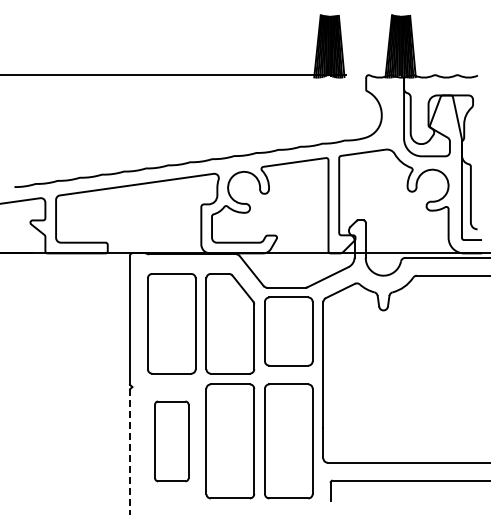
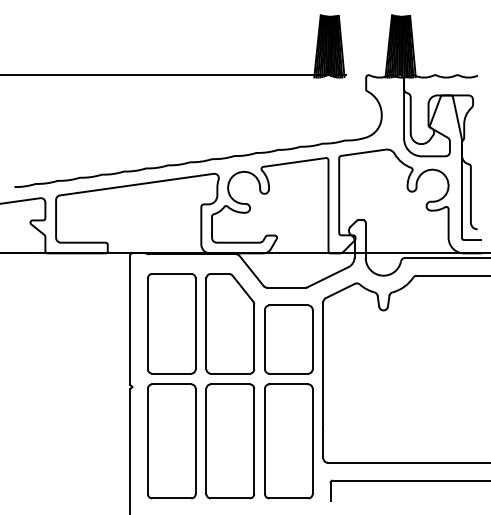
part at (288, 331) position: (288, 331) -> (288, 339)
part at (171, 441) size: 36x83 px -> 50x117 px
line at (130, 451): dashed -> solid
